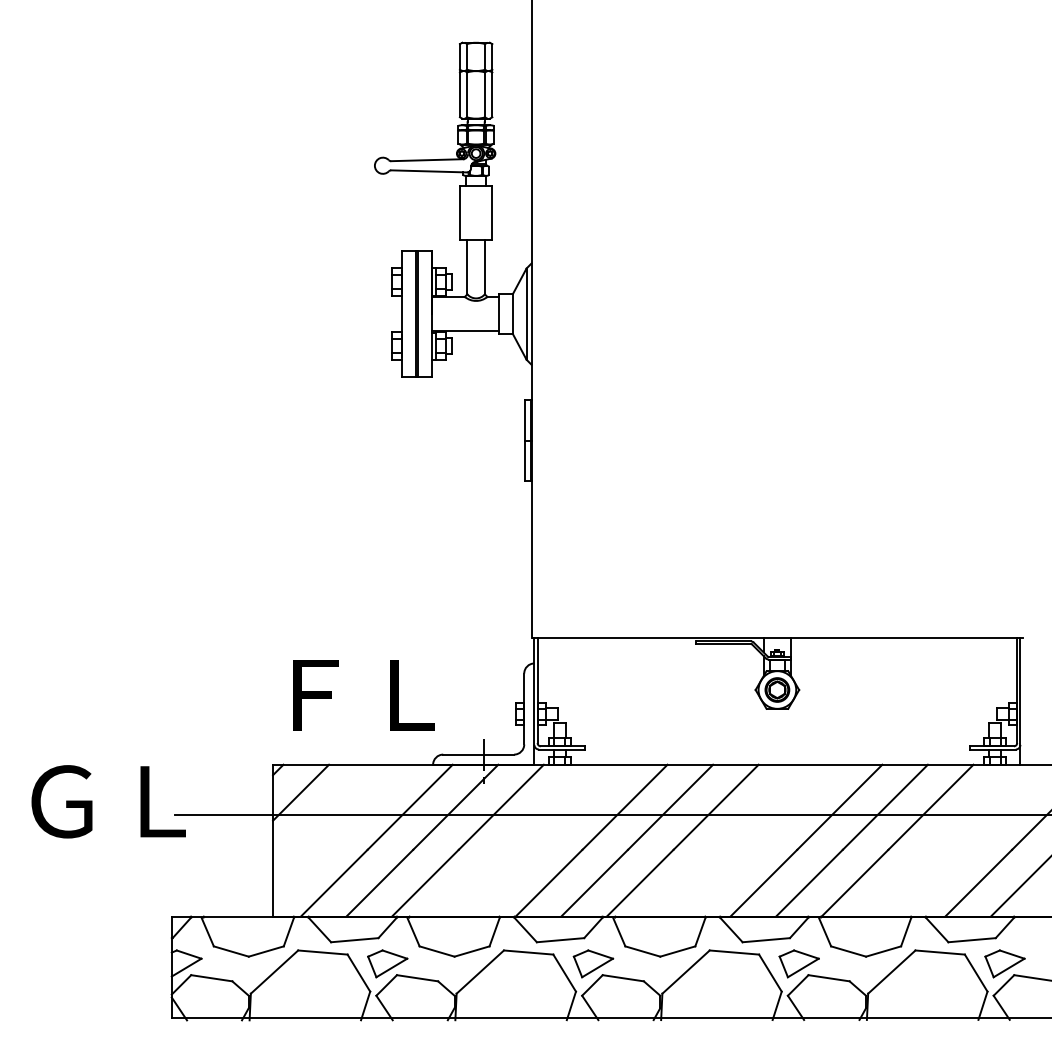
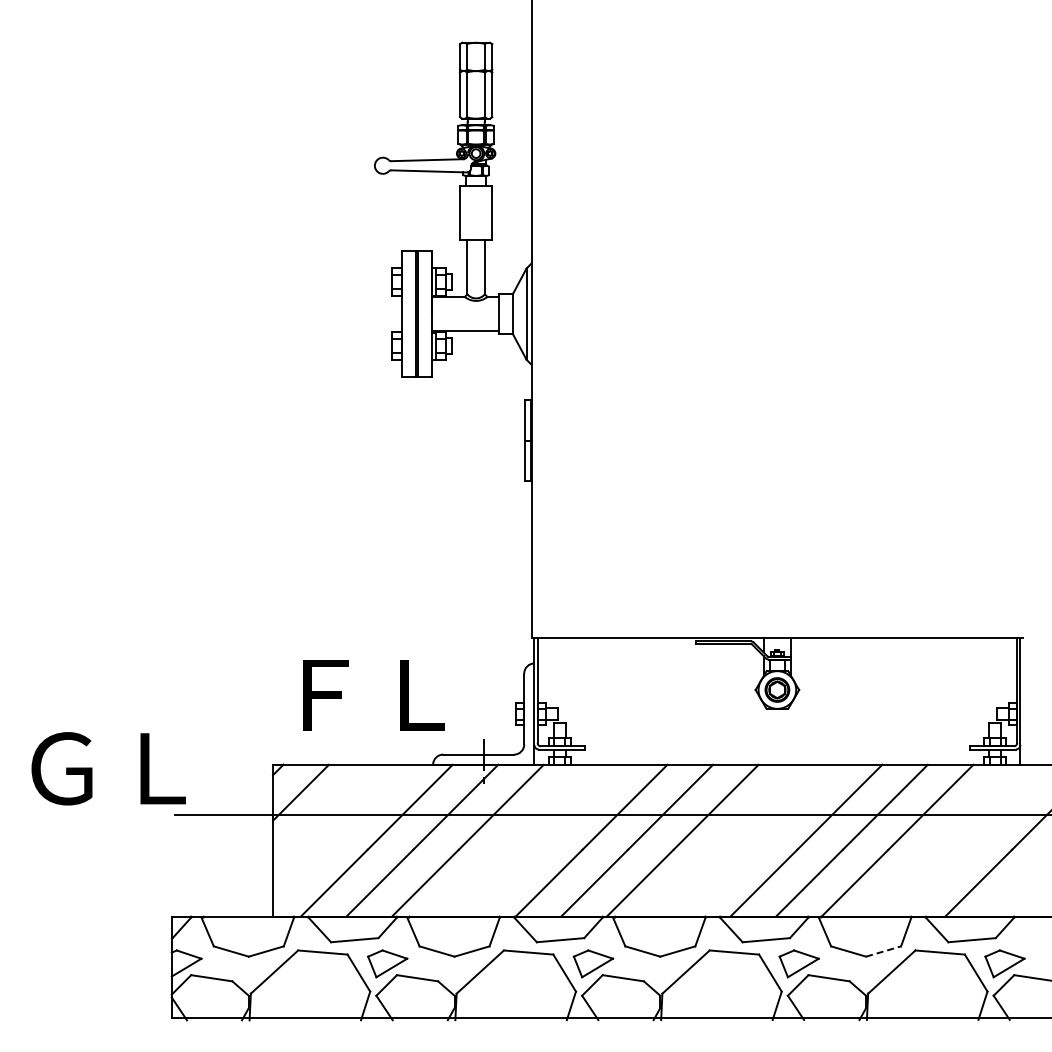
text at (363, 695) position: (363, 695) -> (373, 695)
text at (108, 801) position: (108, 801) -> (108, 768)
line at (1019, 887): present -> none
line at (884, 951): solid -> dashed
